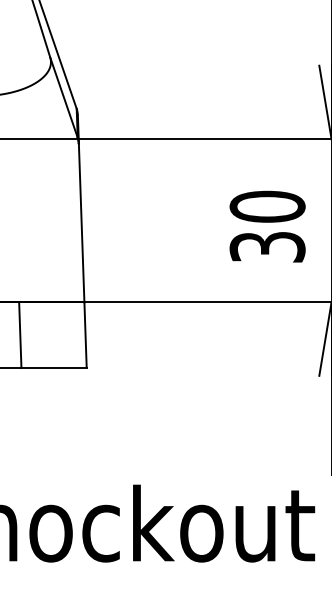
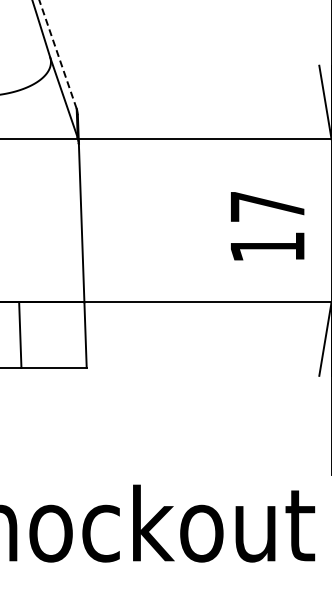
line at (57, 54): solid -> dashed
text at (267, 226): 30 -> 17
